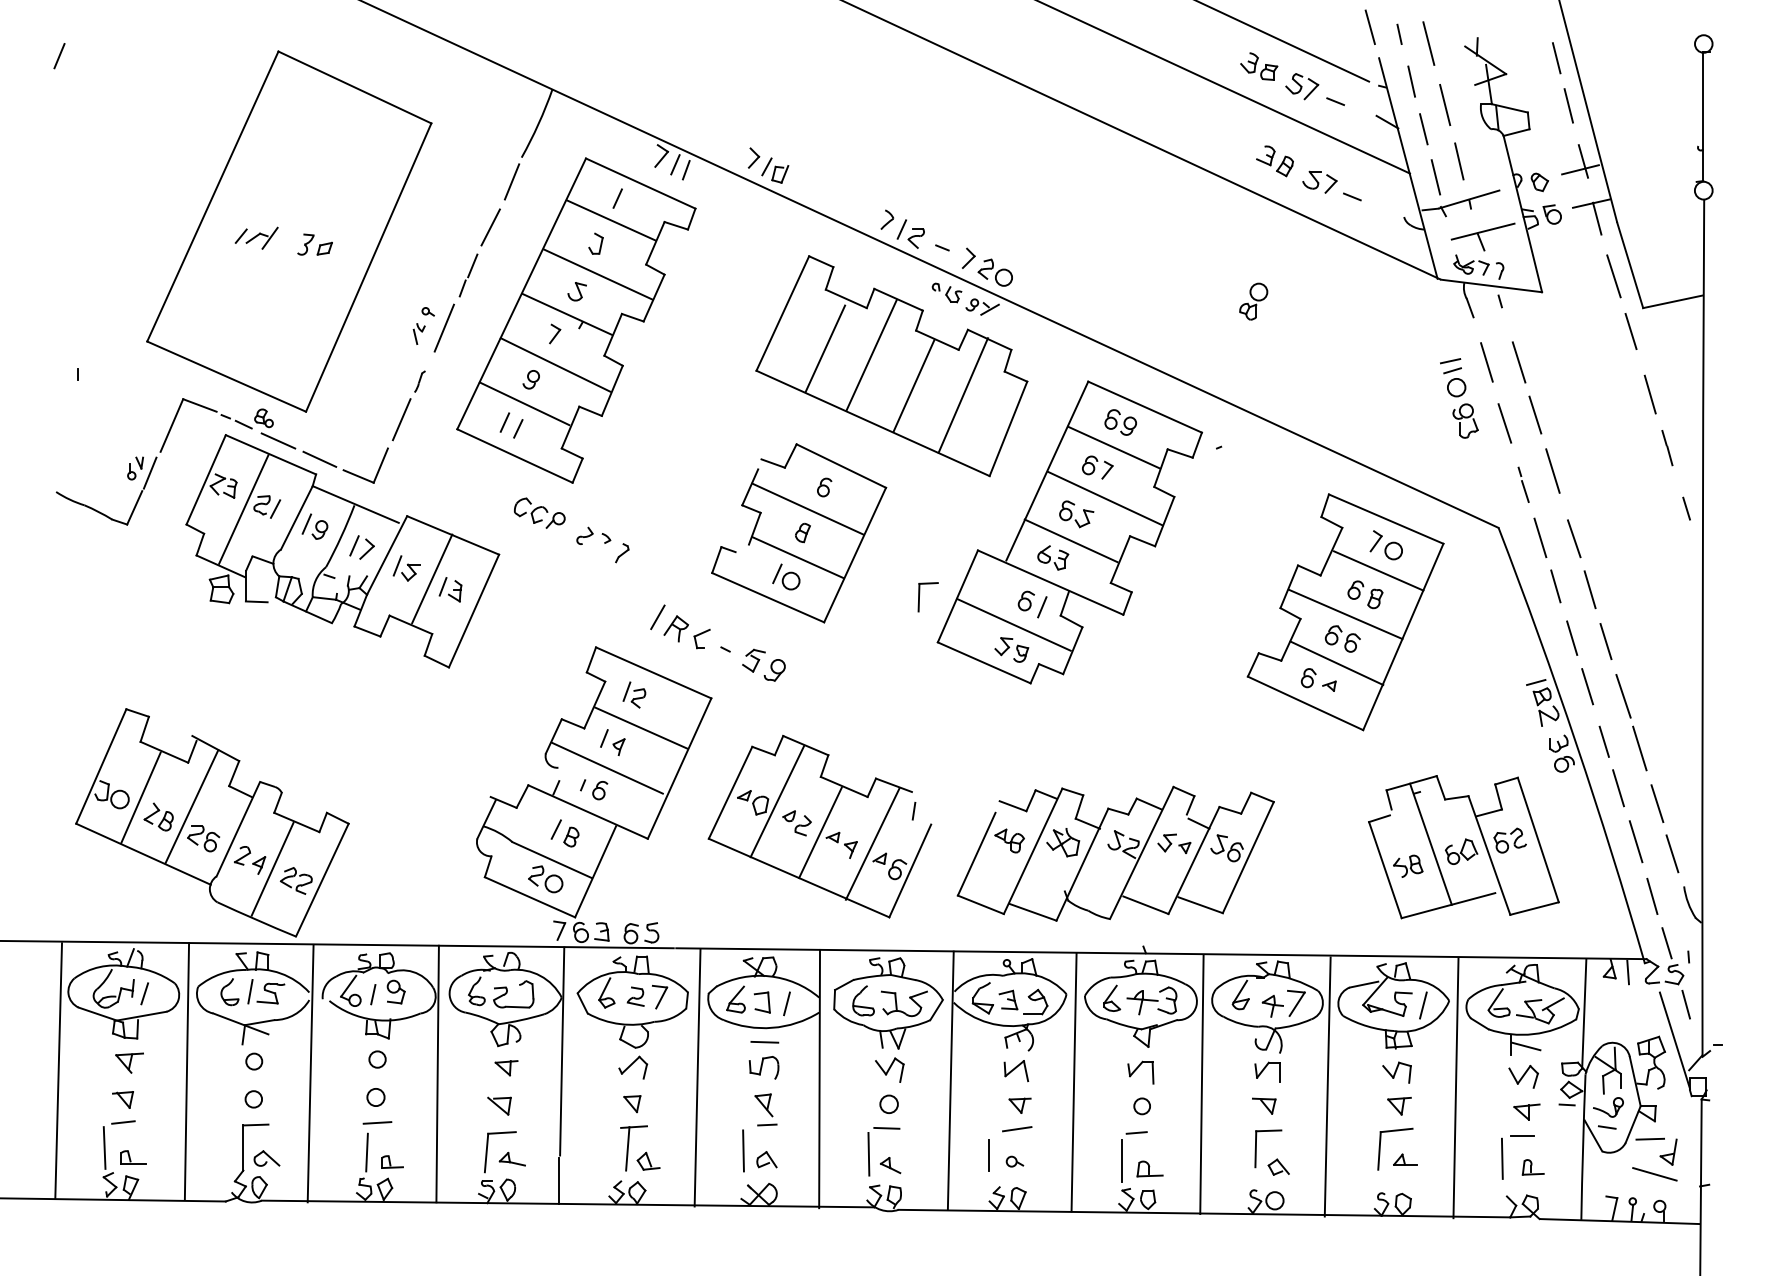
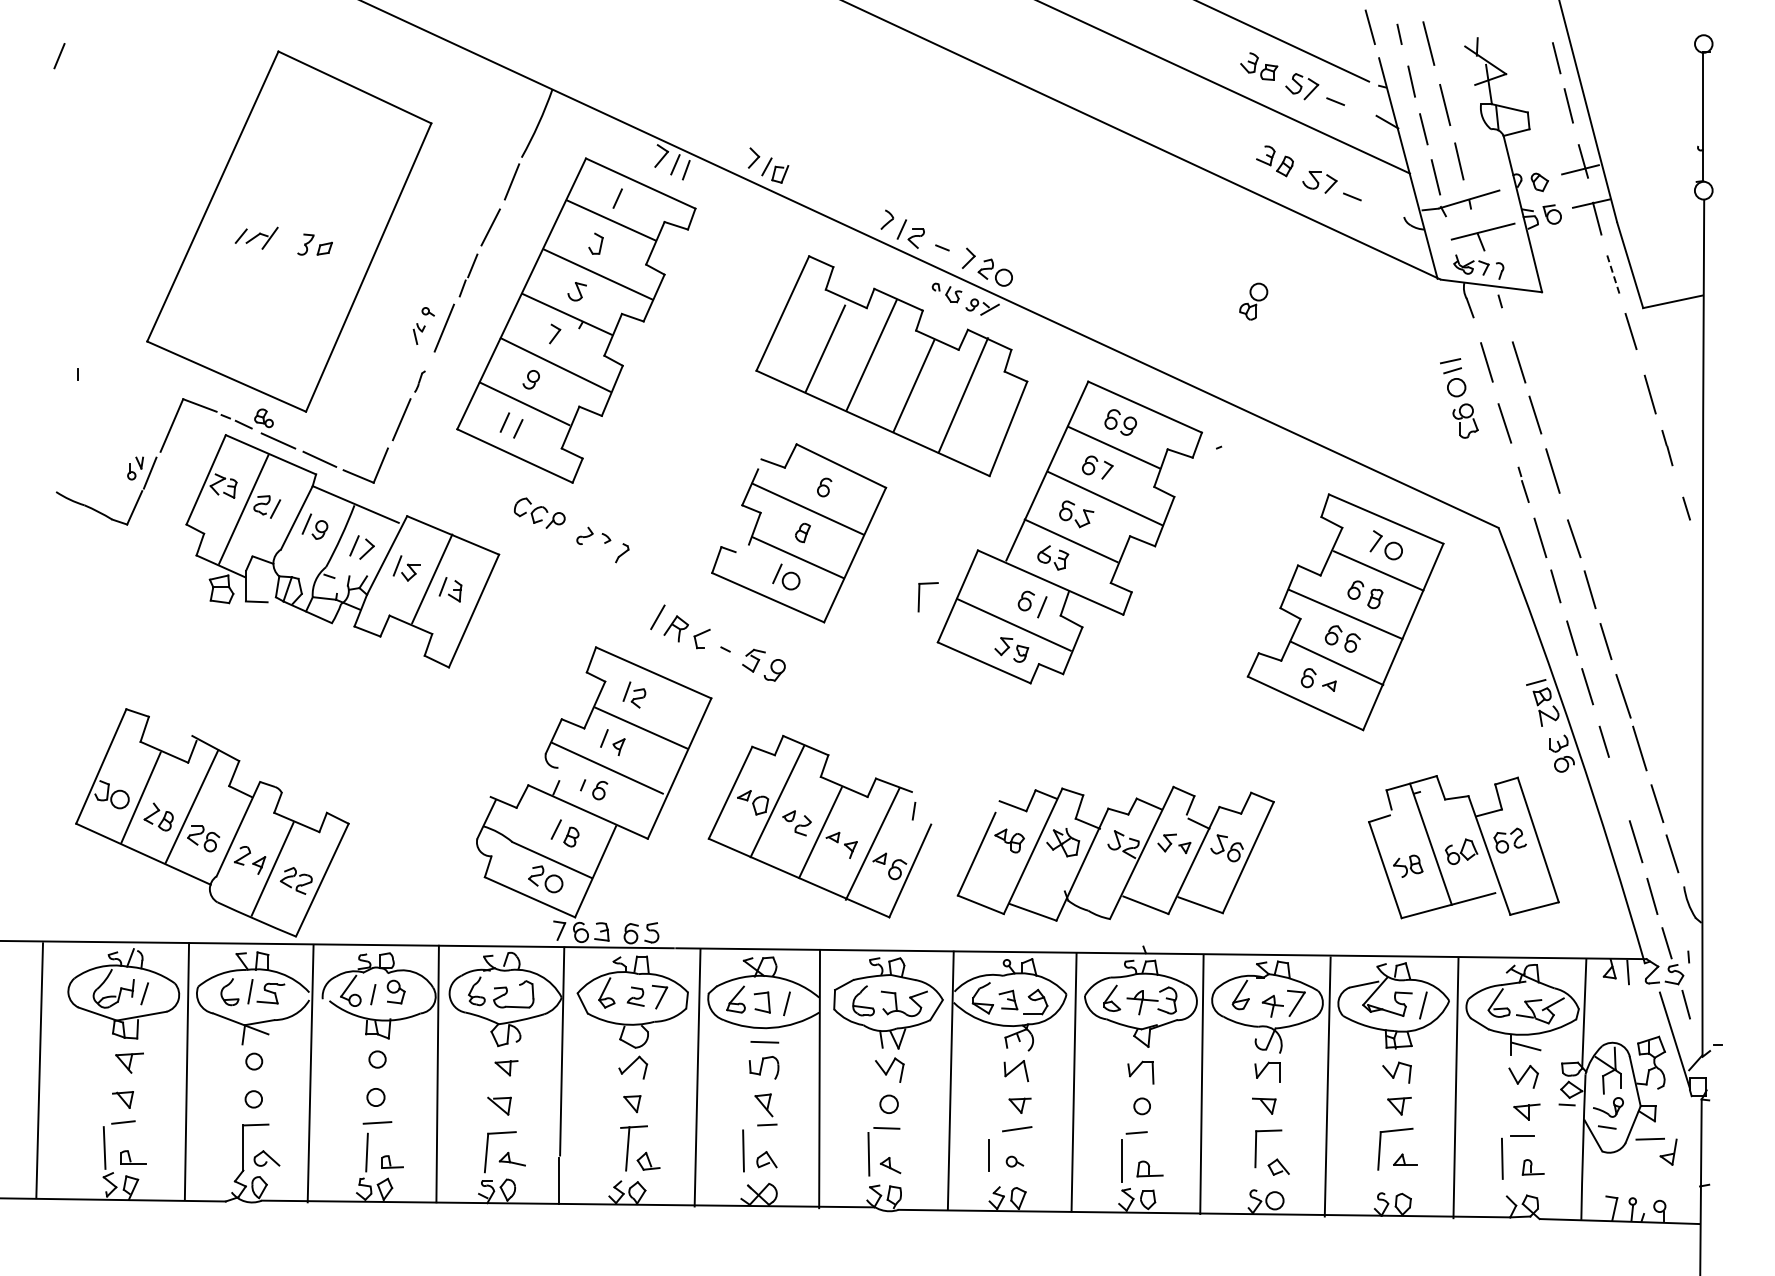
line at (1613, 276): solid -> dashed
line at (1618, 788): present -> none
line at (58, 1070) position: (58, 1070) -> (39, 1070)
line at (1654, 1174): present -> none
